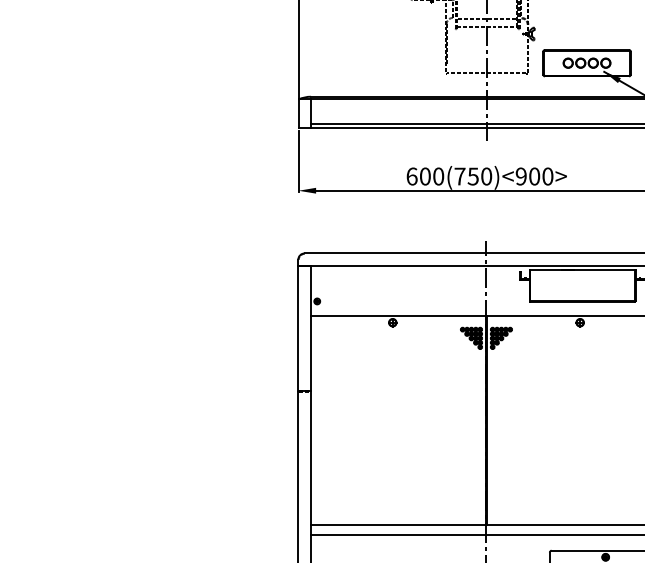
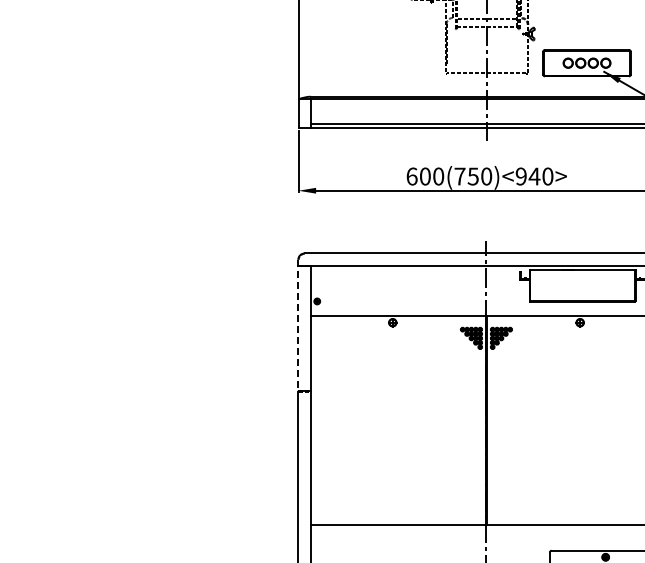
text at (534, 176): 600(750)<900> -> 600(750)<940>
line at (298, 325): solid -> dashed
line at (475, 535): present -> none
